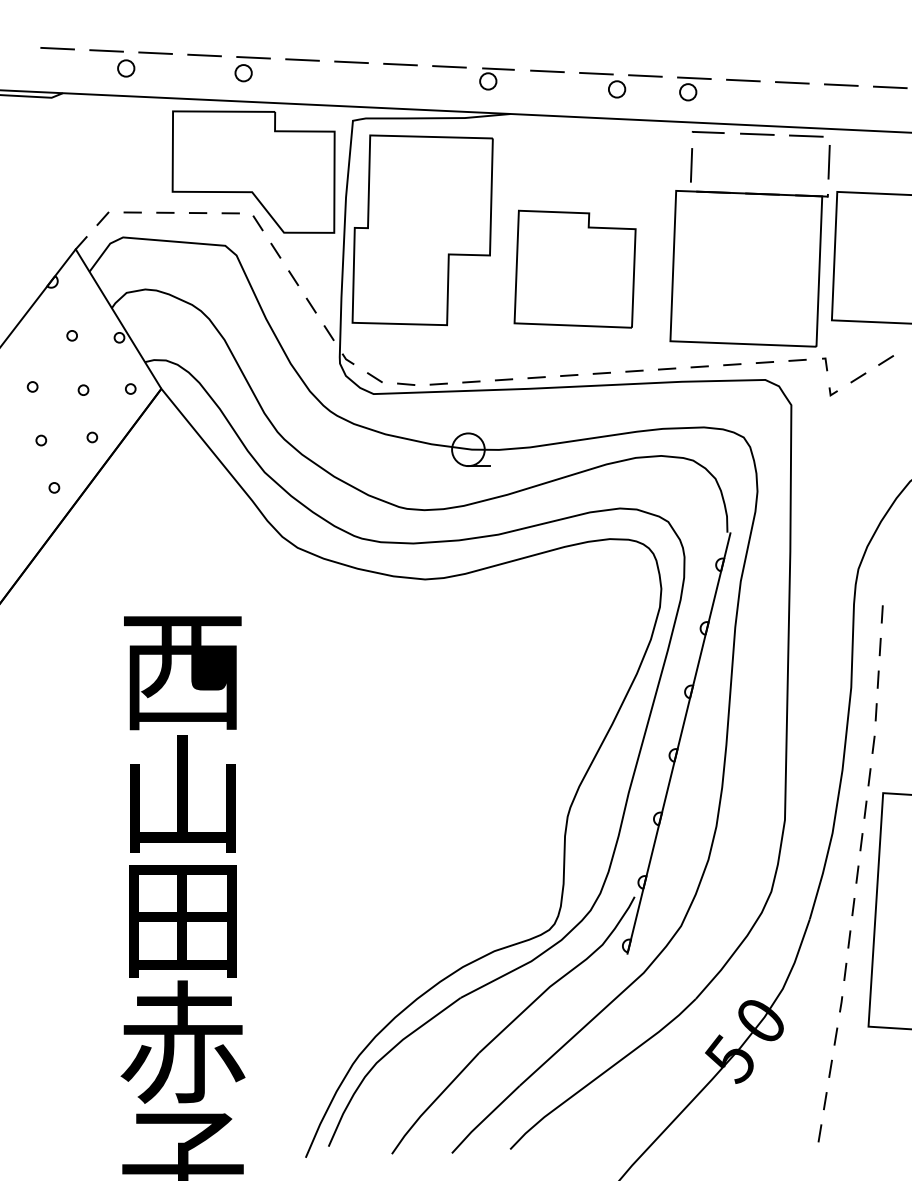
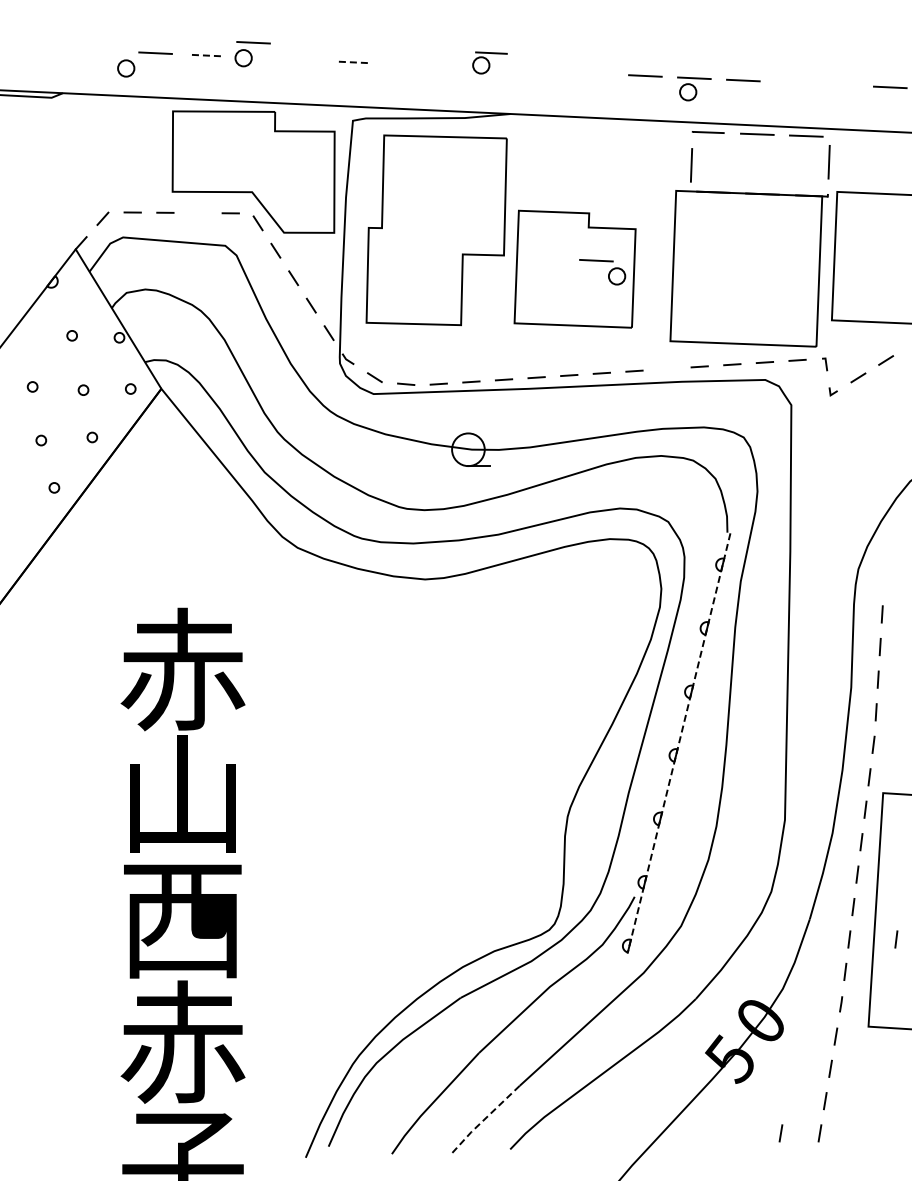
line at (57, 48): present -> none
line at (106, 50): present -> none
line at (204, 55): solid -> dashed
line at (302, 59): present -> none
line at (351, 62): solid -> dashed
line at (400, 64): present -> none
line at (449, 66): present -> none
part at (252, 69) position: (252, 69) -> (252, 54)
line at (547, 71): present -> none
part at (496, 78) position: (496, 78) -> (489, 62)
line at (792, 82): present -> none
line at (841, 84): present -> none
part at (608, 86) position: (608, 86) -> (608, 273)
line at (198, 212): present -> none
part at (422, 230) position: (422, 230) -> (436, 230)
line at (667, 368): present -> none
text at (182, 669): 西 -> 赤
line at (678, 744): solid -> dashed
text at (182, 921): 田 -> 西
line at (896, 939): none -> present
line at (484, 1119): solid -> dashed
line at (780, 1133): none -> present
